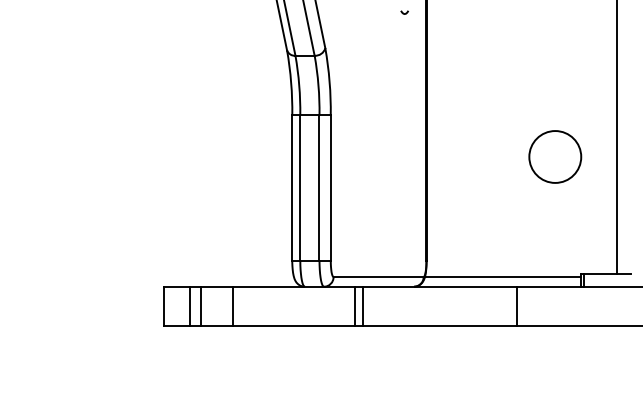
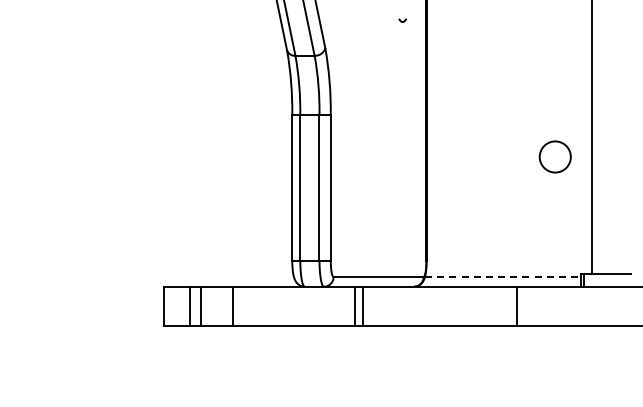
curve at (403, 12) position: (403, 12) -> (401, 20)
line at (616, 137) position: (616, 137) -> (591, 137)
circle at (555, 156) diameter: 52 px -> 31 px
line at (503, 277): solid -> dashed
